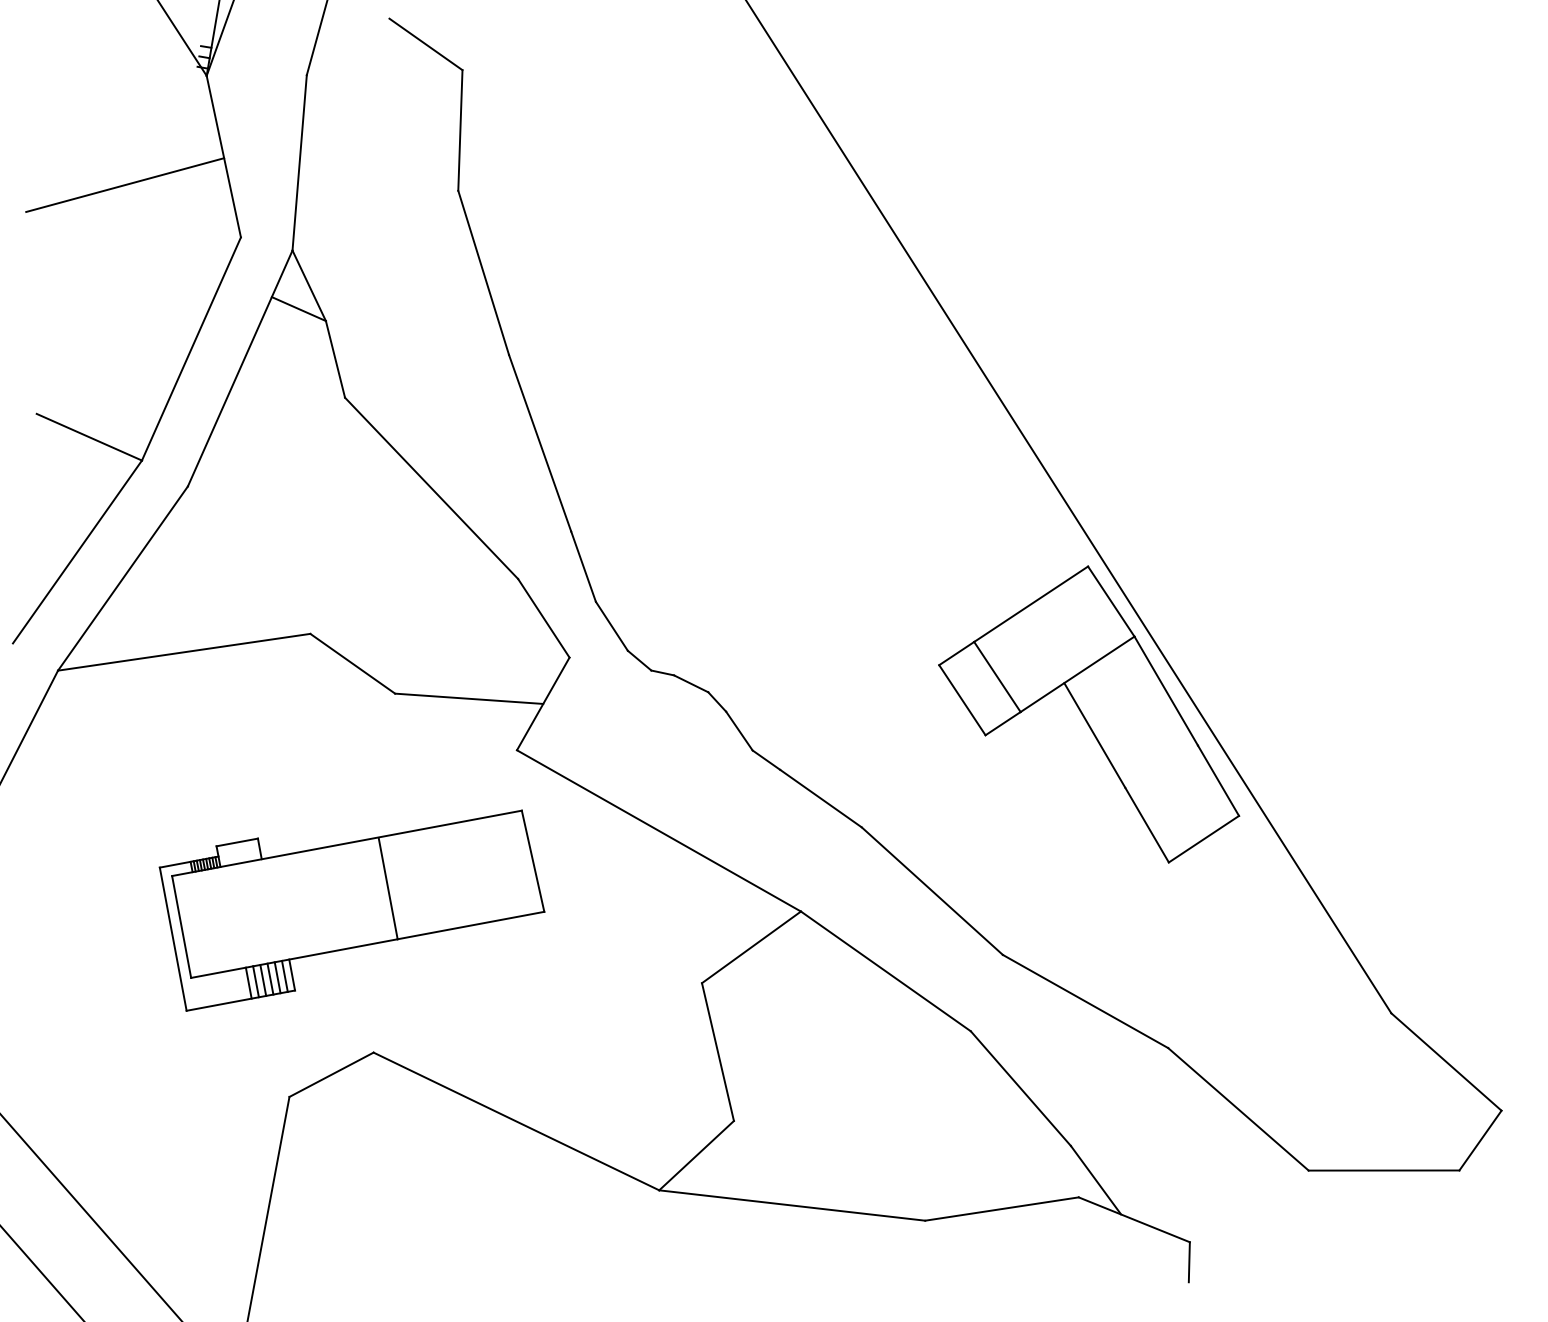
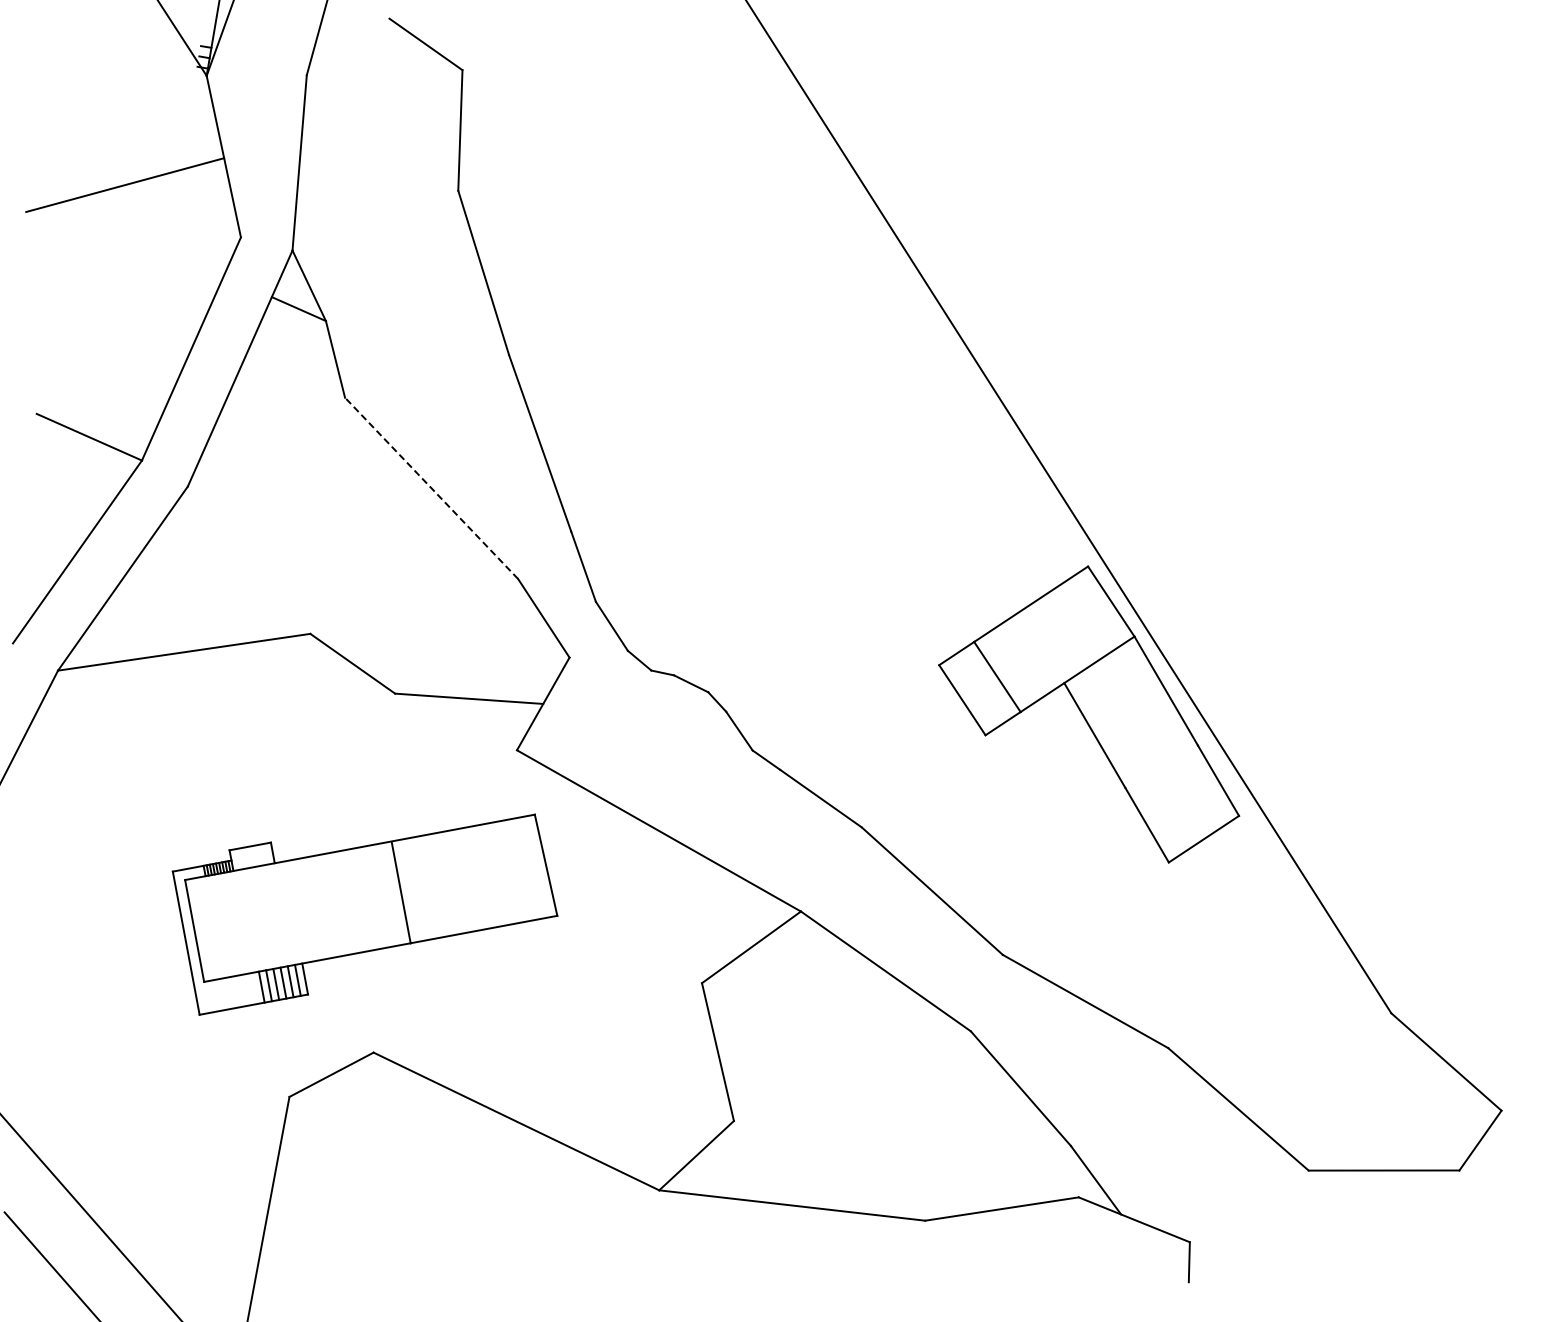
line at (431, 488): solid -> dashed
part at (351, 910) position: (351, 910) -> (364, 914)
line at (41, 1272) position: (41, 1272) -> (50, 1265)
